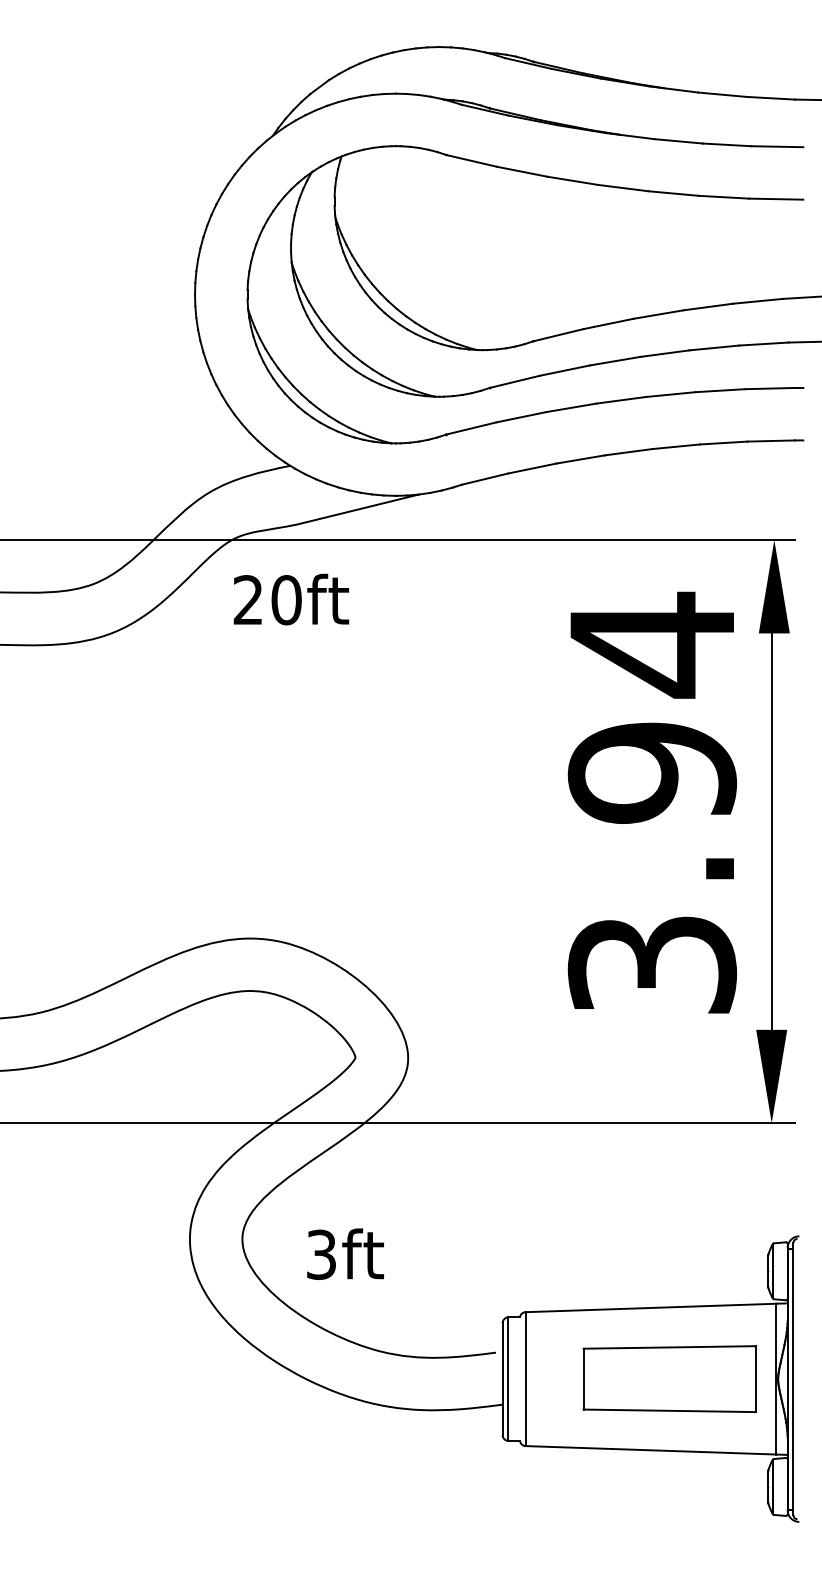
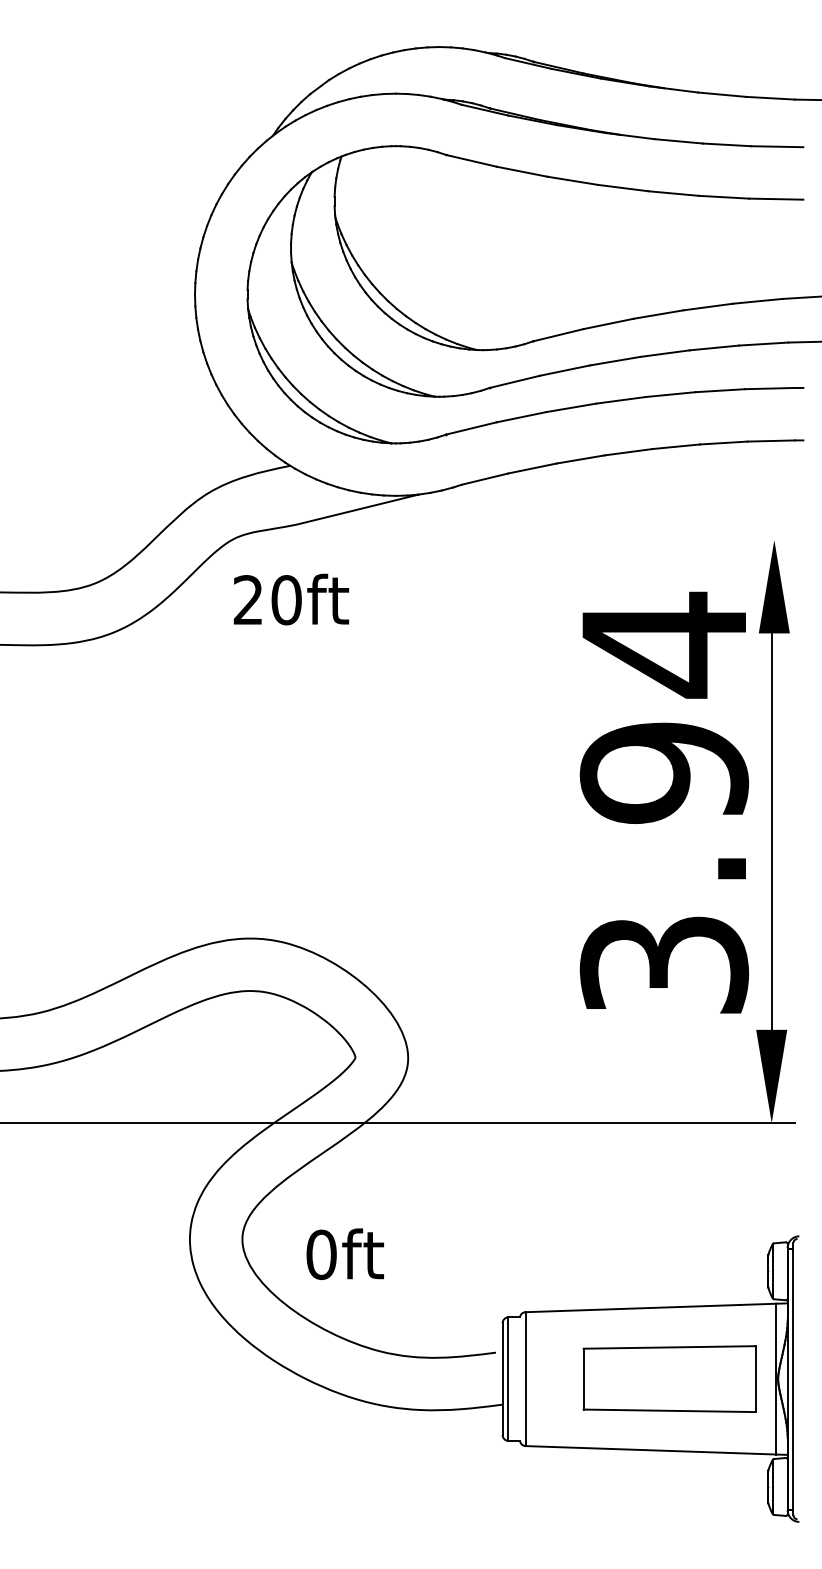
line at (398, 540): present -> none
text at (652, 802) position: (652, 802) -> (664, 802)
text at (321, 1254): 3ft -> 0ft
